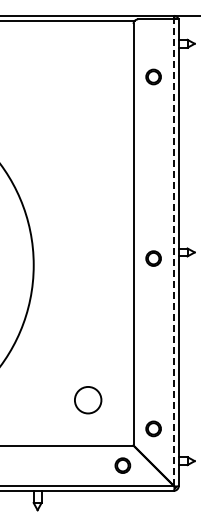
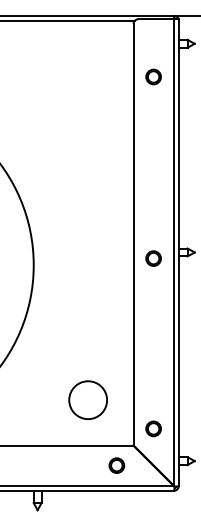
line at (173, 252): dashed -> solid
circle at (87, 399) diameter: 27 px -> 38 px
part at (122, 465) position: (122, 465) -> (116, 465)
